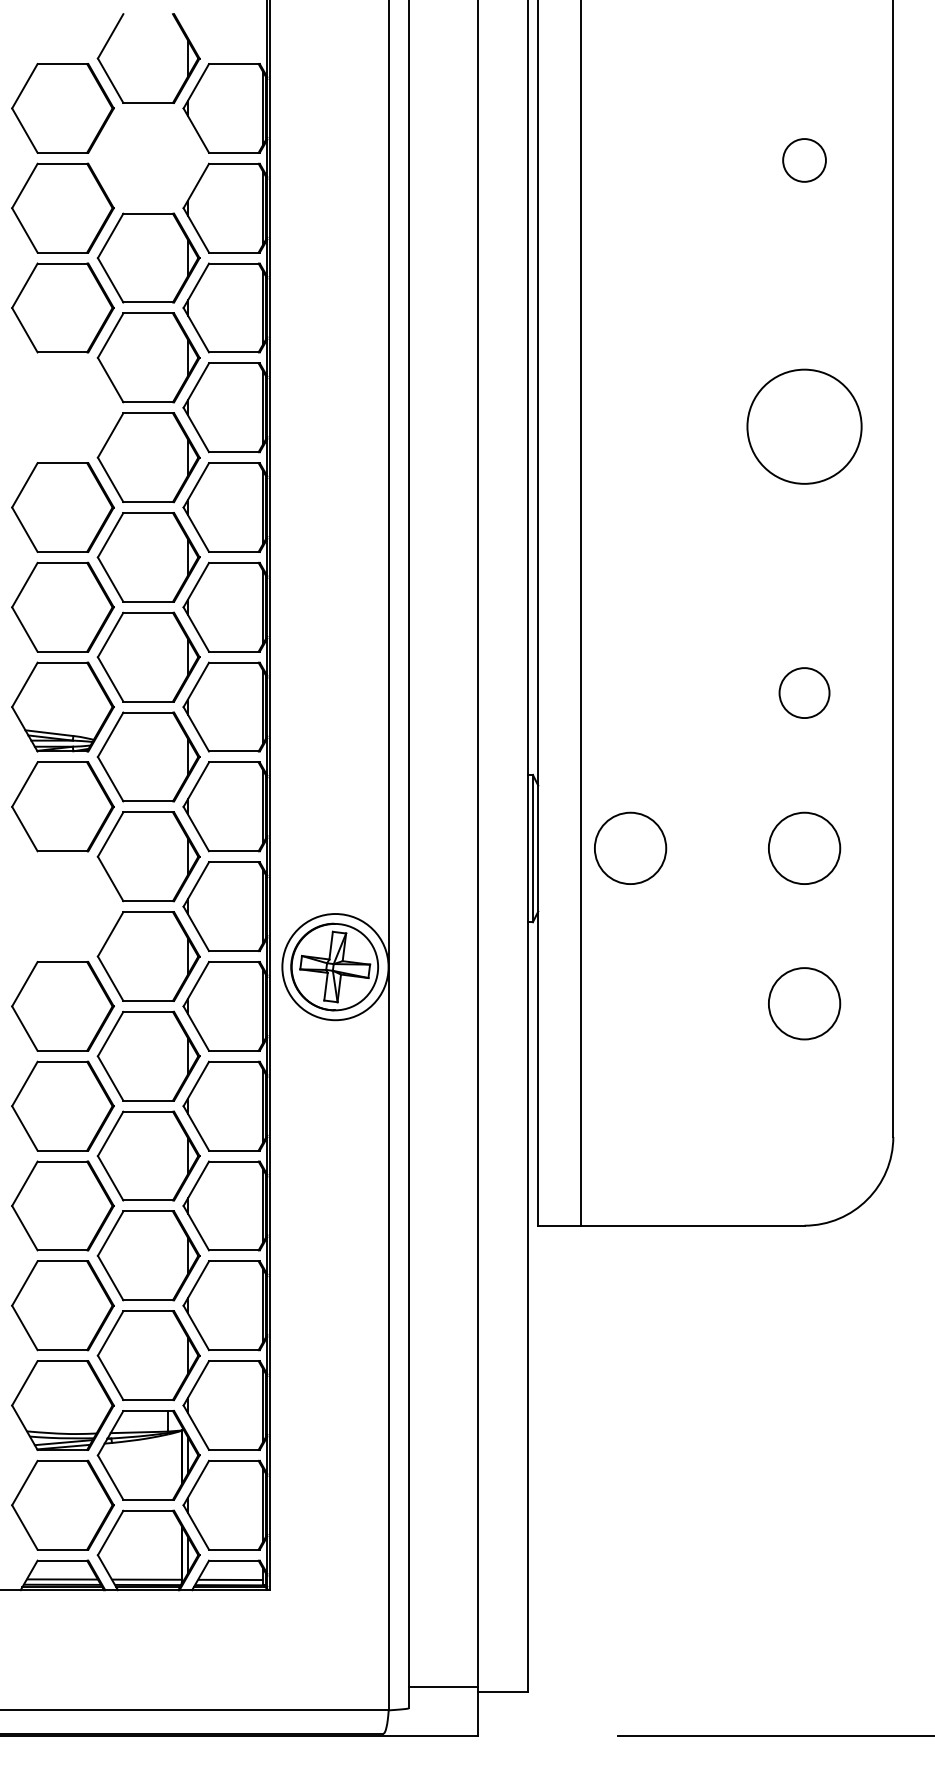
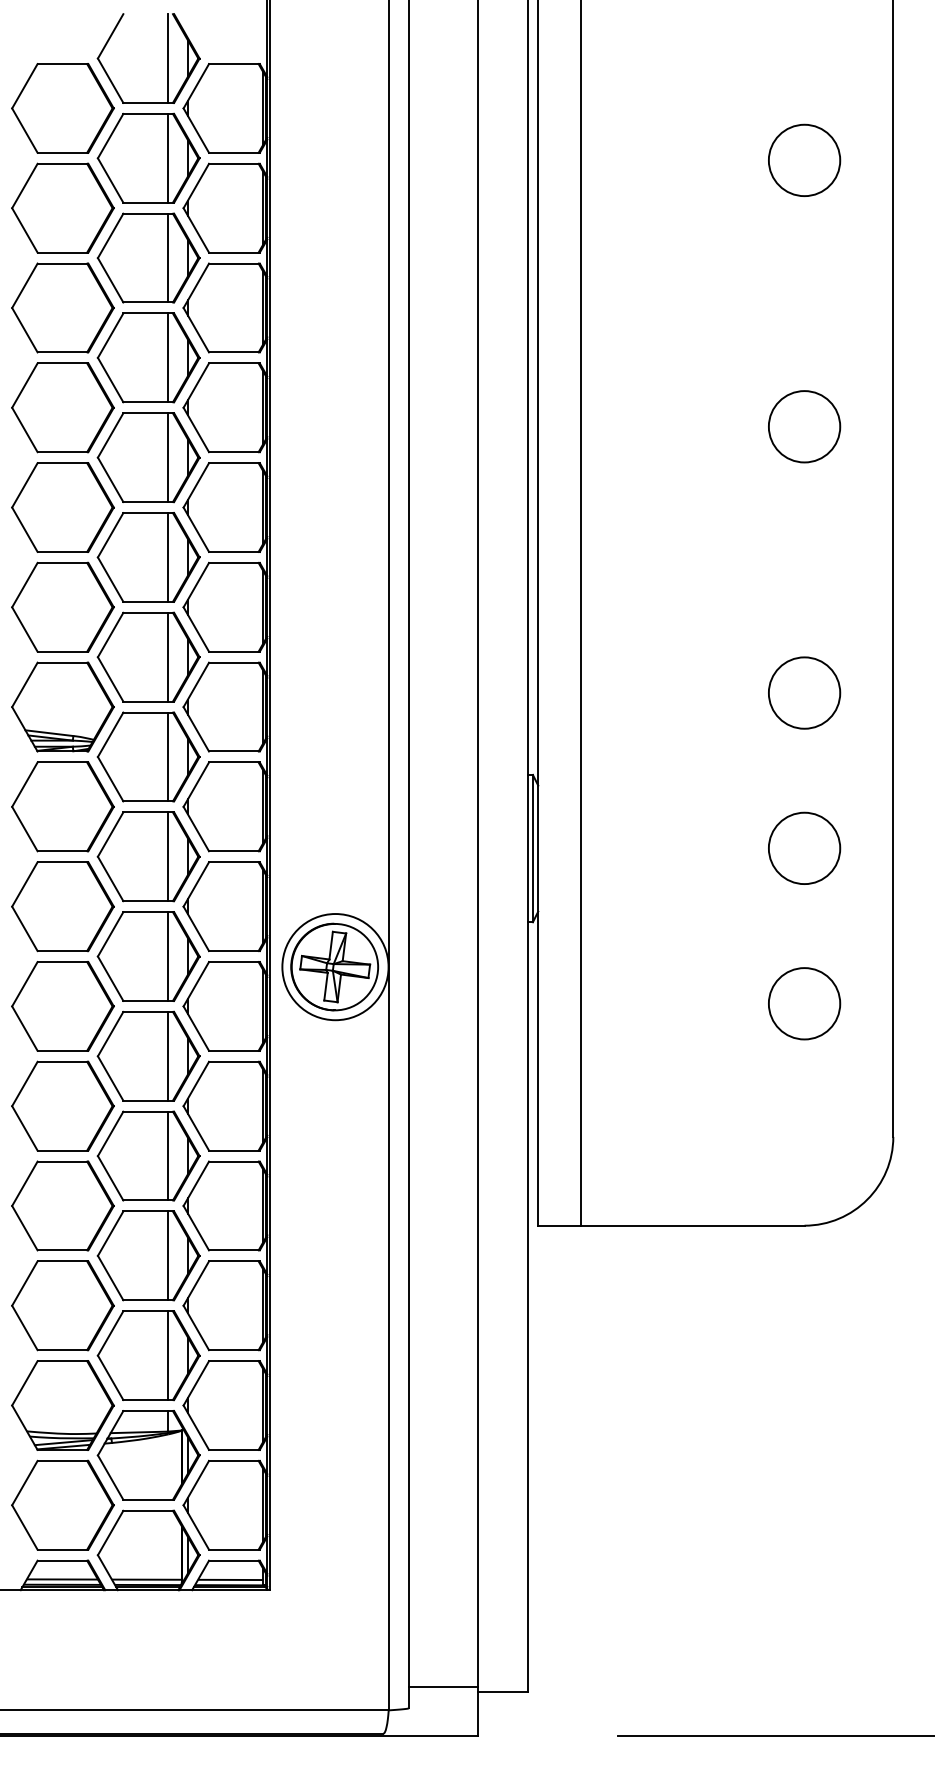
line at (167, 58): none -> present
part at (148, 157): none -> present
circle at (804, 160) diameter: 43 px -> 71 px
line at (167, 257): none -> present
line at (167, 357): none -> present
part at (62, 407): none -> present
circle at (804, 426) diameter: 114 px -> 71 px
line at (167, 457): none -> present
line at (167, 557): none -> present
line at (167, 656): none -> present
circle at (804, 693) diameter: 50 px -> 71 px
line at (167, 756): none -> present
circle at (630, 847): present -> none
line at (167, 856): none -> present
part at (62, 906): none -> present
line at (167, 956): none -> present
line at (167, 1055): none -> present
line at (167, 1155): none -> present
line at (167, 1255): none -> present
line at (167, 1355): none -> present
